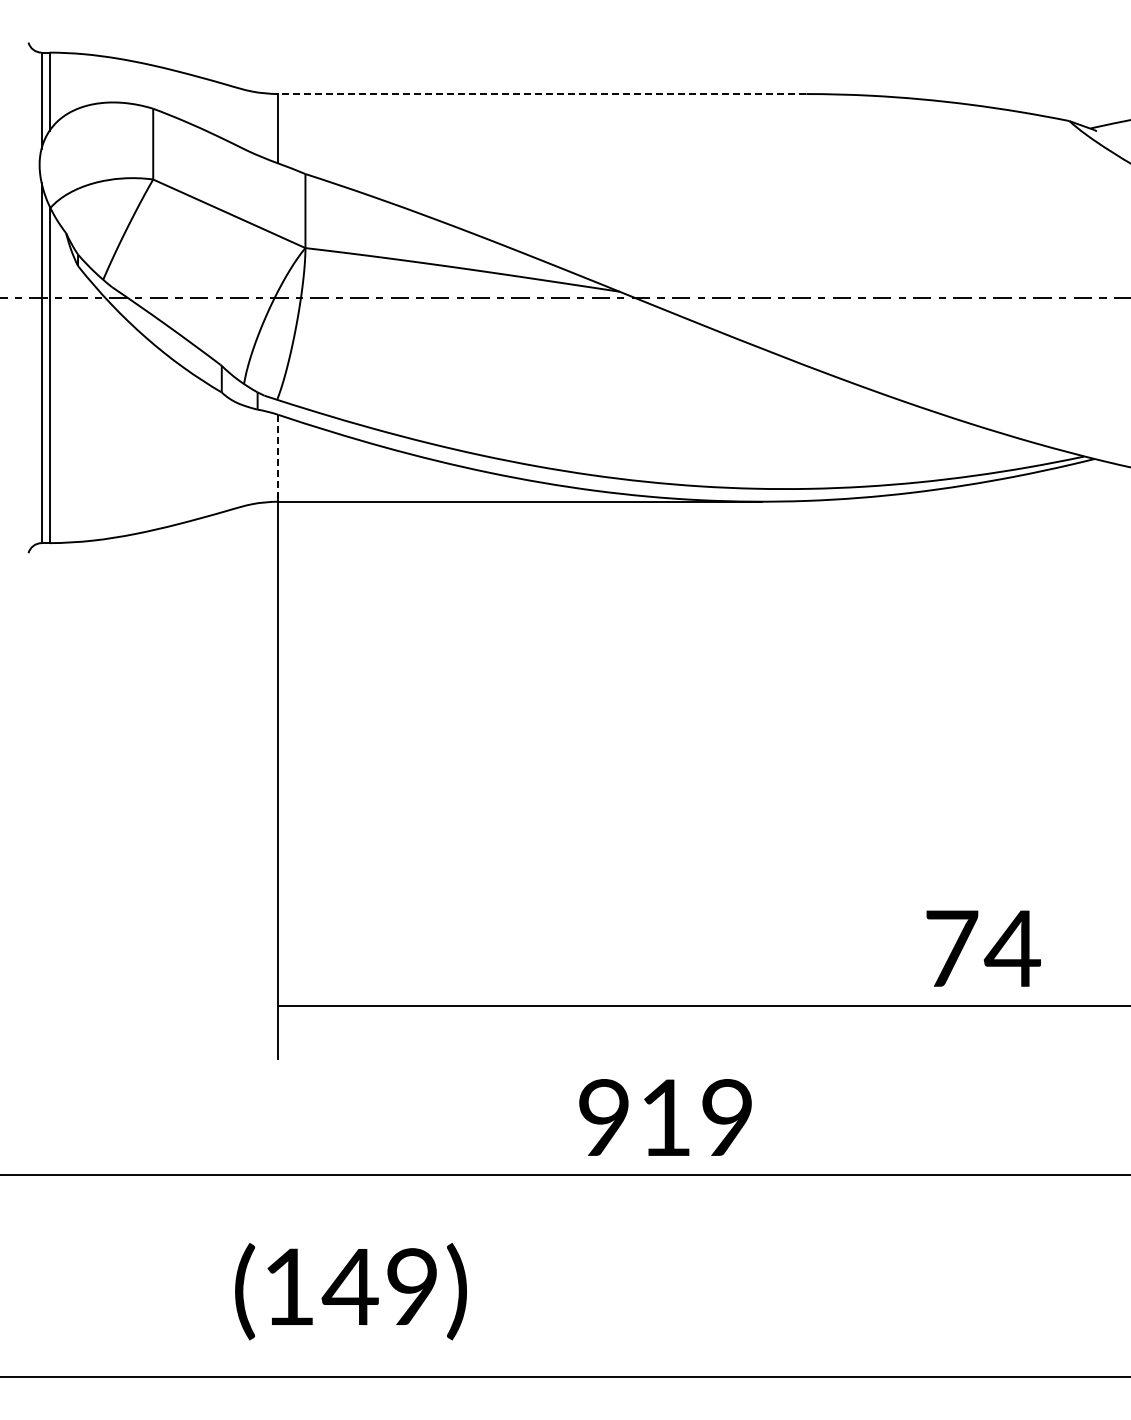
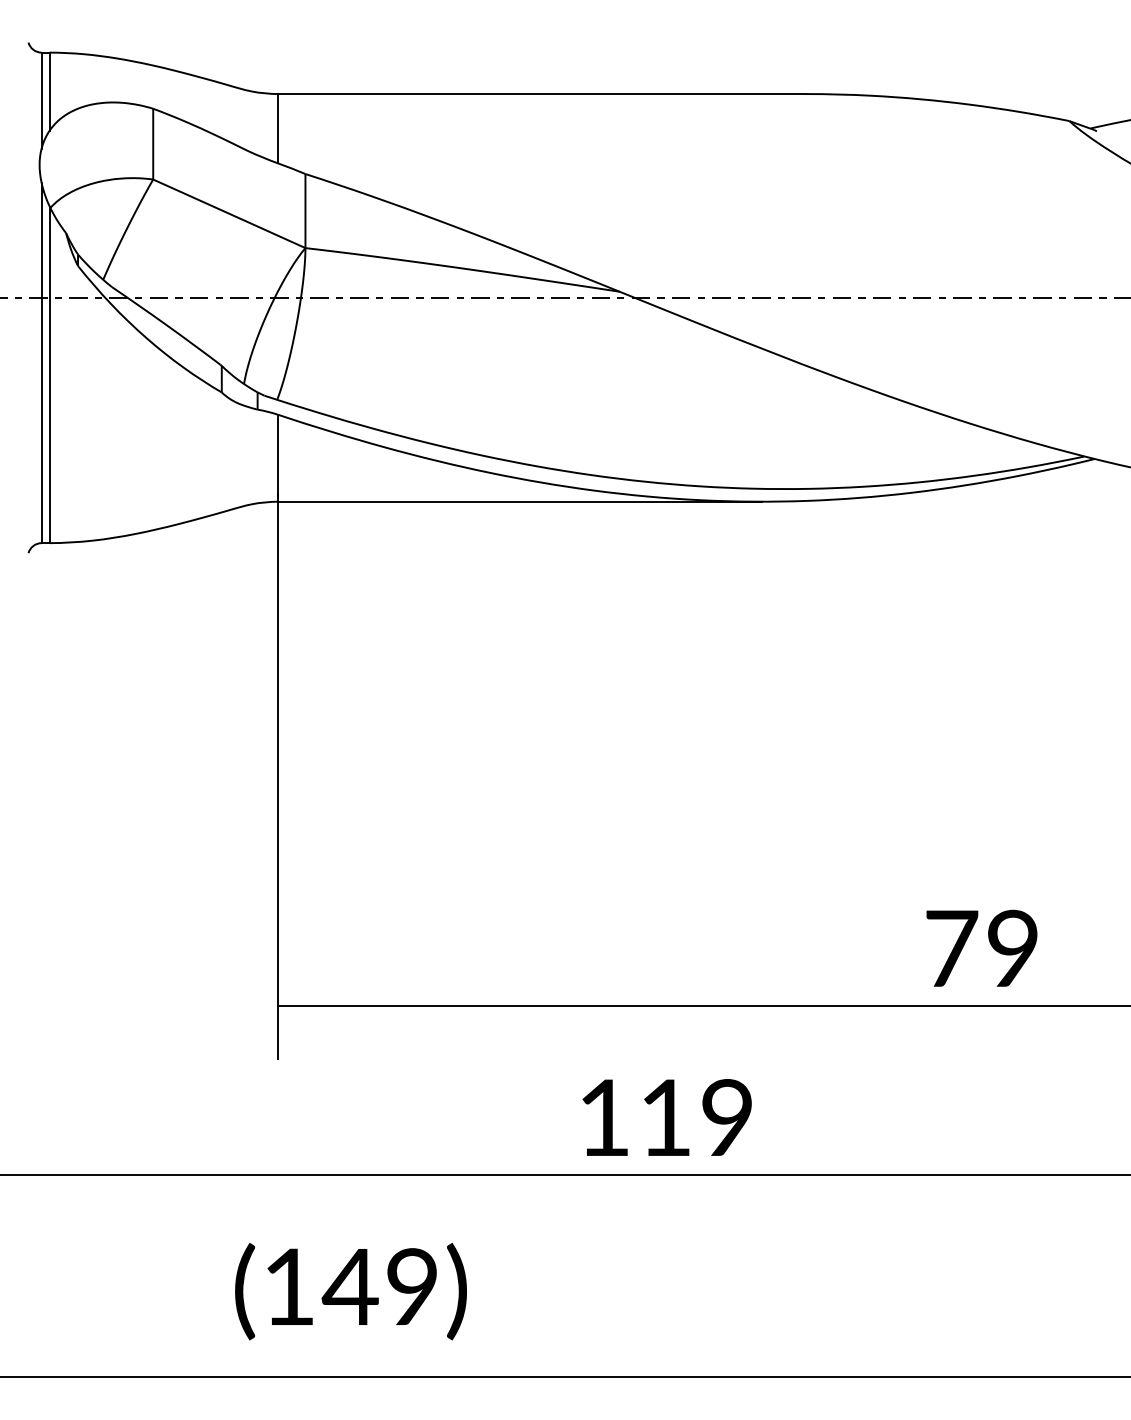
line at (541, 94): dashed -> solid
line at (278, 458): dashed -> solid
text at (1011, 947): 74 -> 79
text at (603, 1117): 919 -> 119
